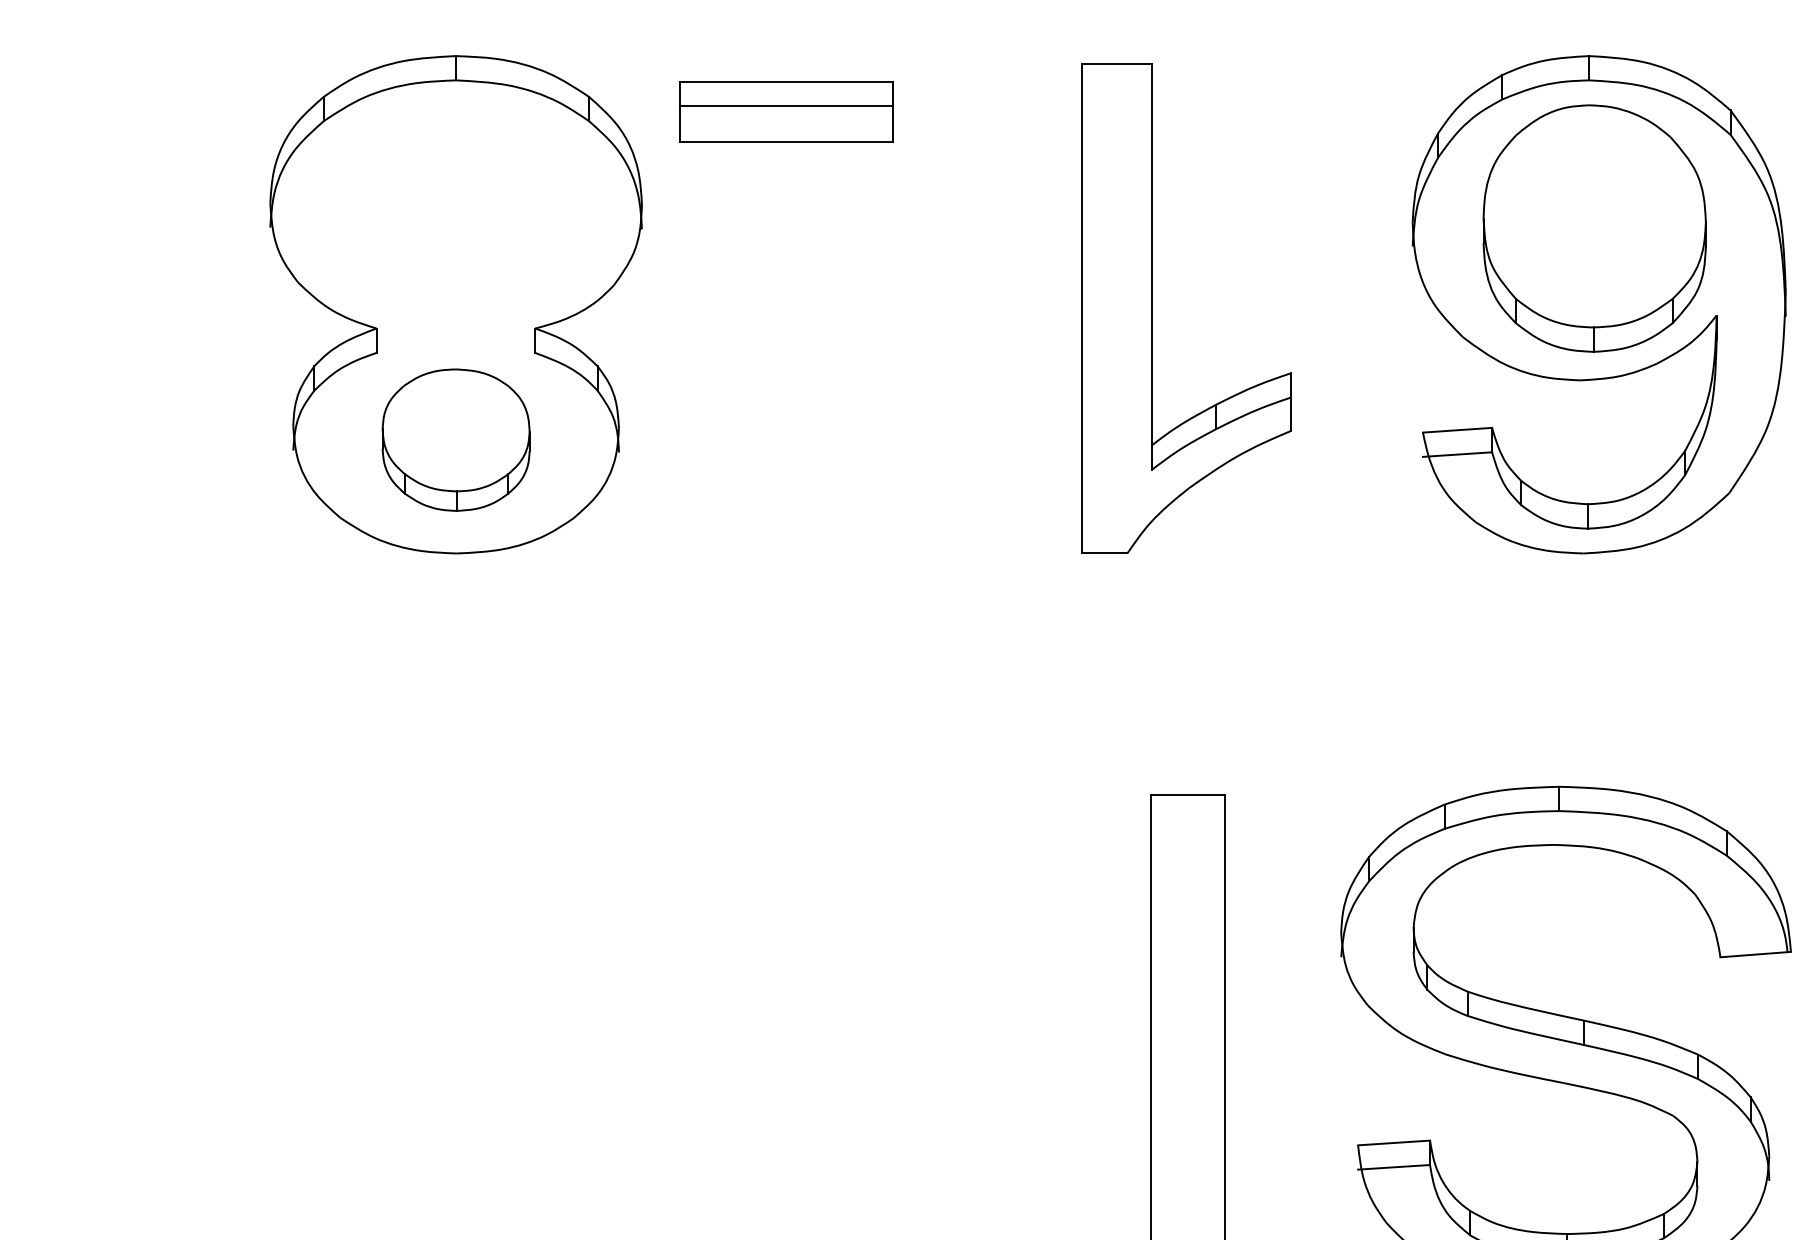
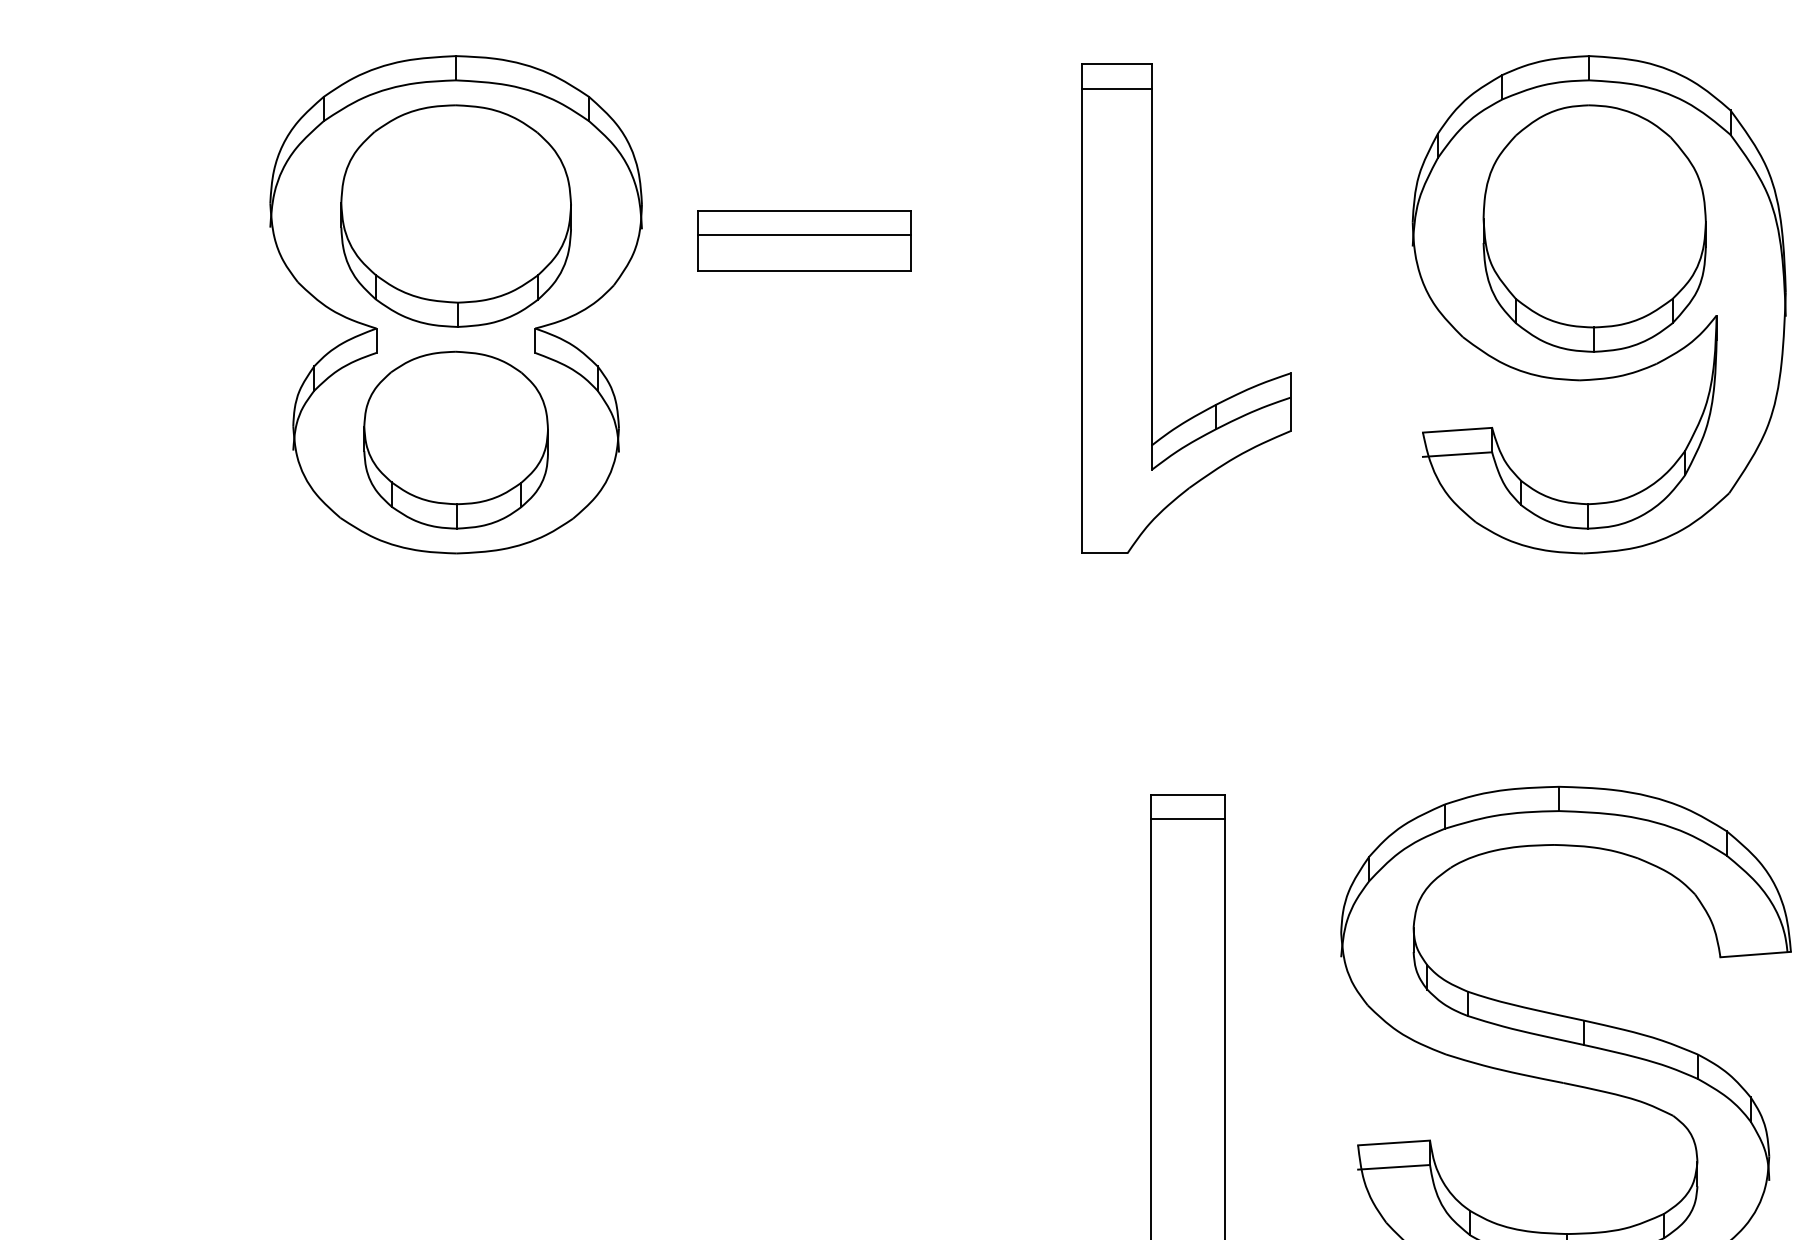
line at (1116, 88): none -> present
part at (786, 111) position: (786, 111) -> (804, 240)
part at (455, 215): none -> present
part at (455, 439) size: 150x144 px -> 186x180 px
line at (1187, 819): none -> present
